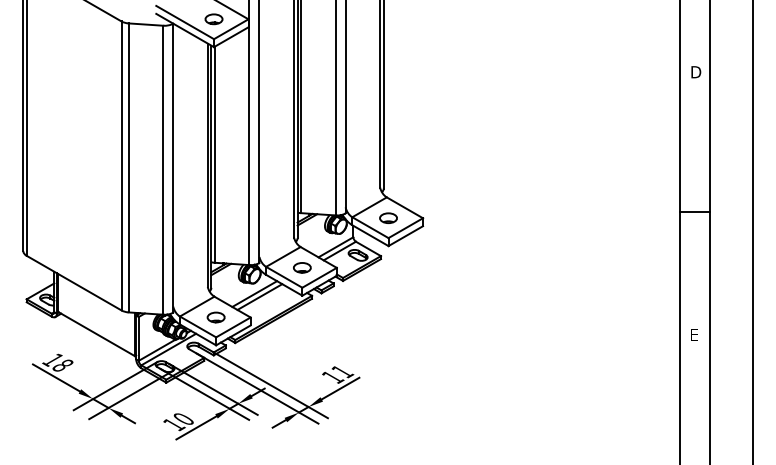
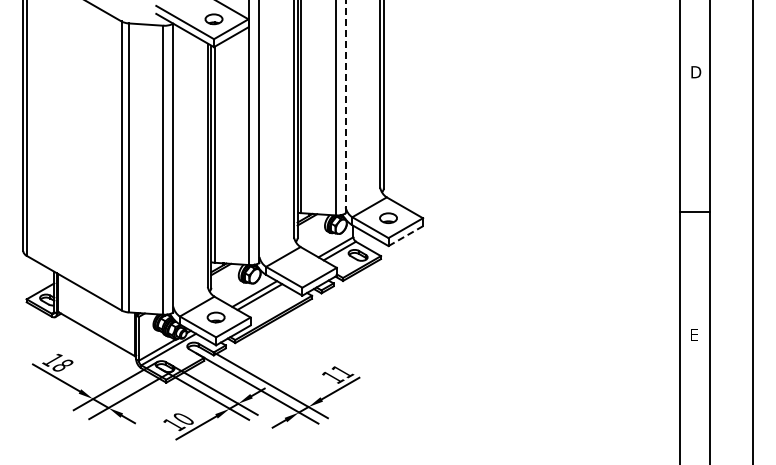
line at (345, 106): solid -> dashed
line at (405, 236): solid -> dashed
part at (302, 267): present -> none
